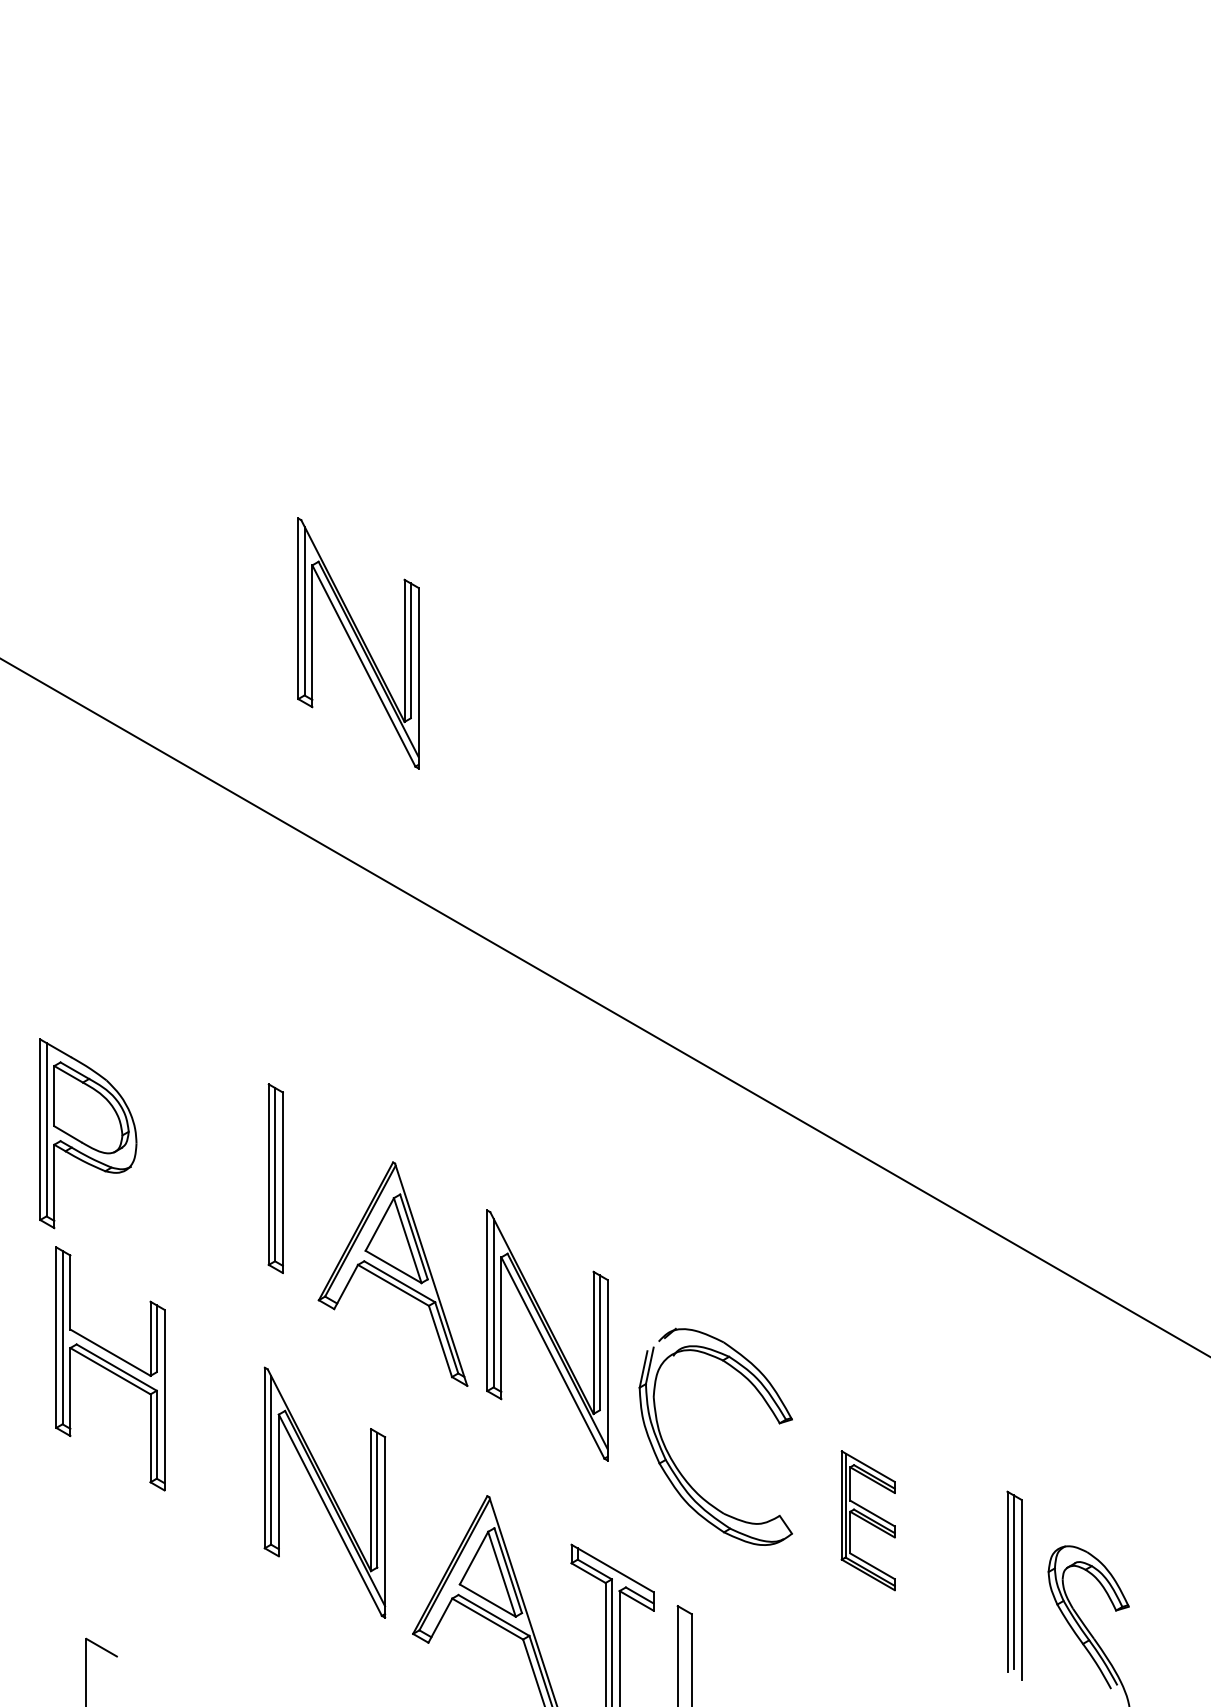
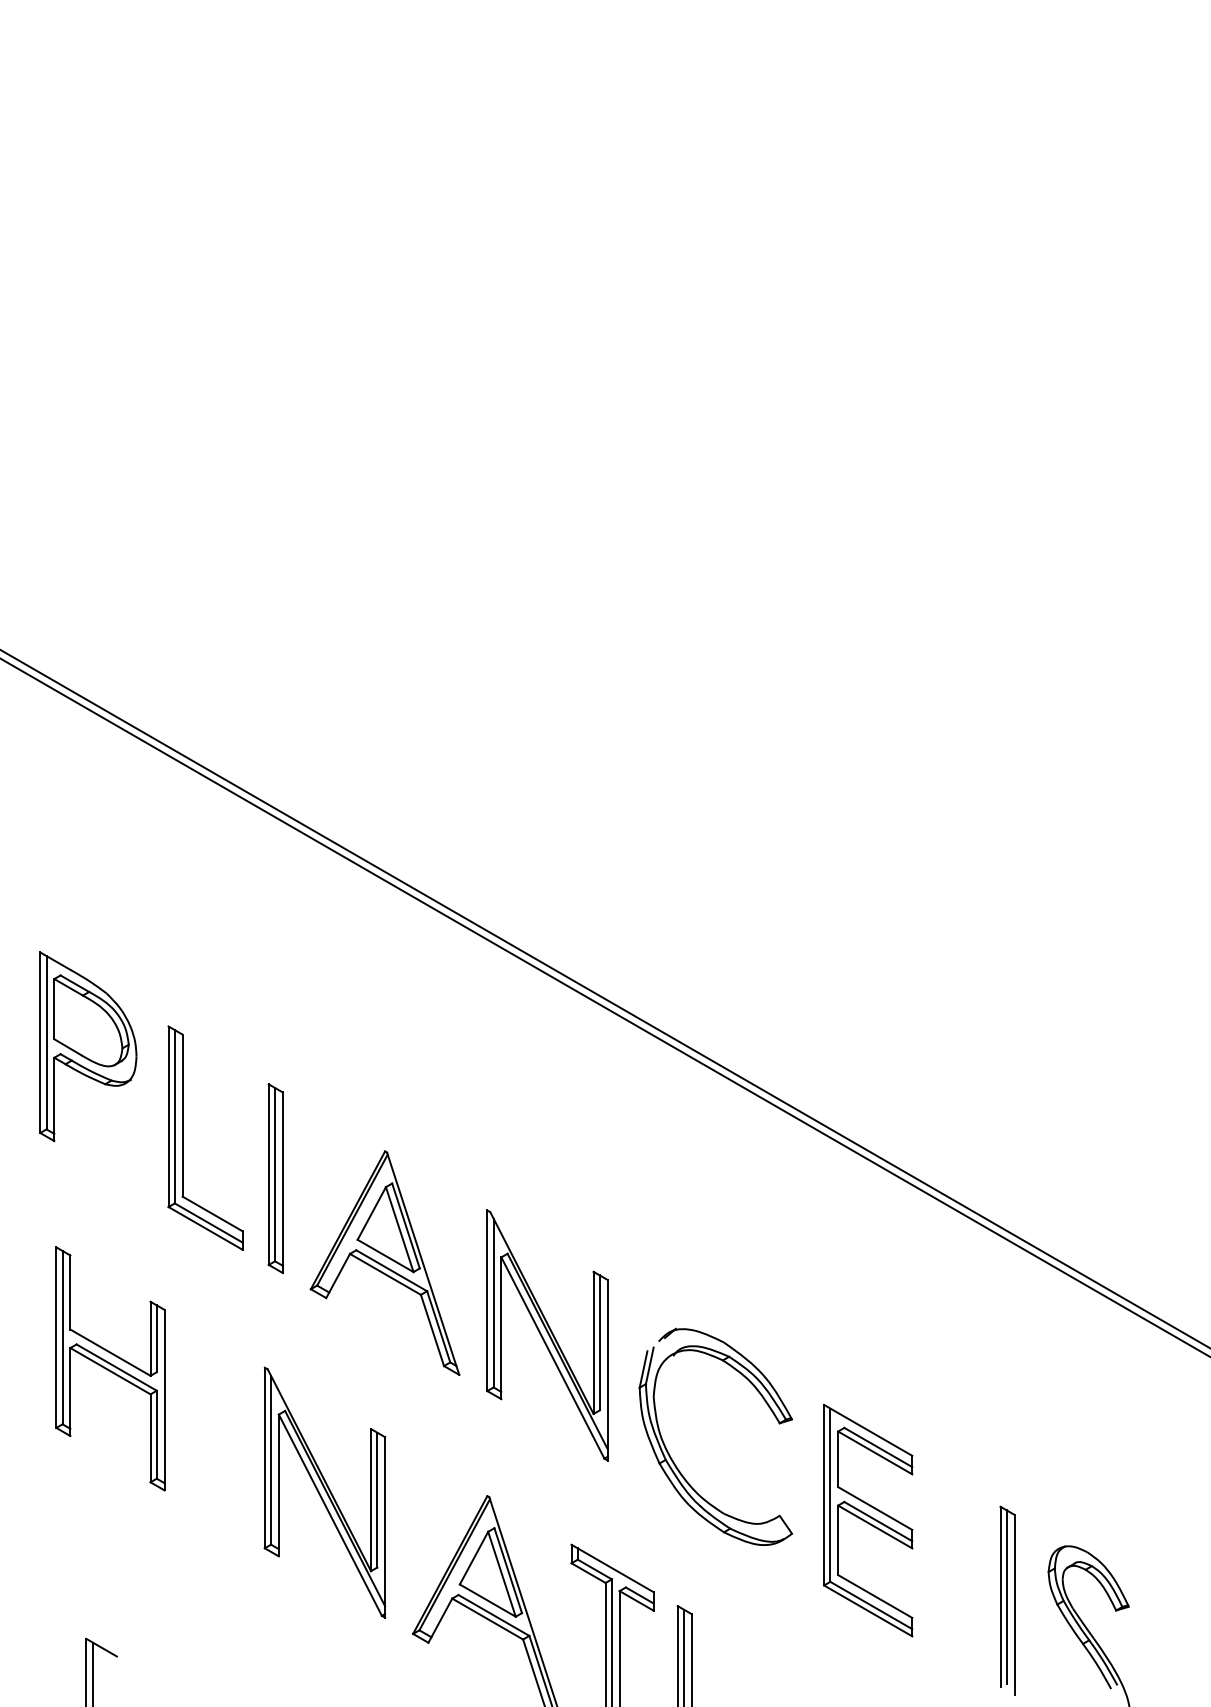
part at (358, 643): present -> none
line at (604, 998): none -> present
part at (88, 1133) position: (88, 1133) -> (88, 1046)
part at (183, 1137): none -> present
part at (392, 1273) position: (392, 1273) -> (384, 1262)
part at (867, 1520) size: 56x142 px -> 91x234 px
part at (1014, 1585) position: (1014, 1585) -> (1007, 1600)
line at (684, 1656): none -> present
line at (92, 1672): none -> present
